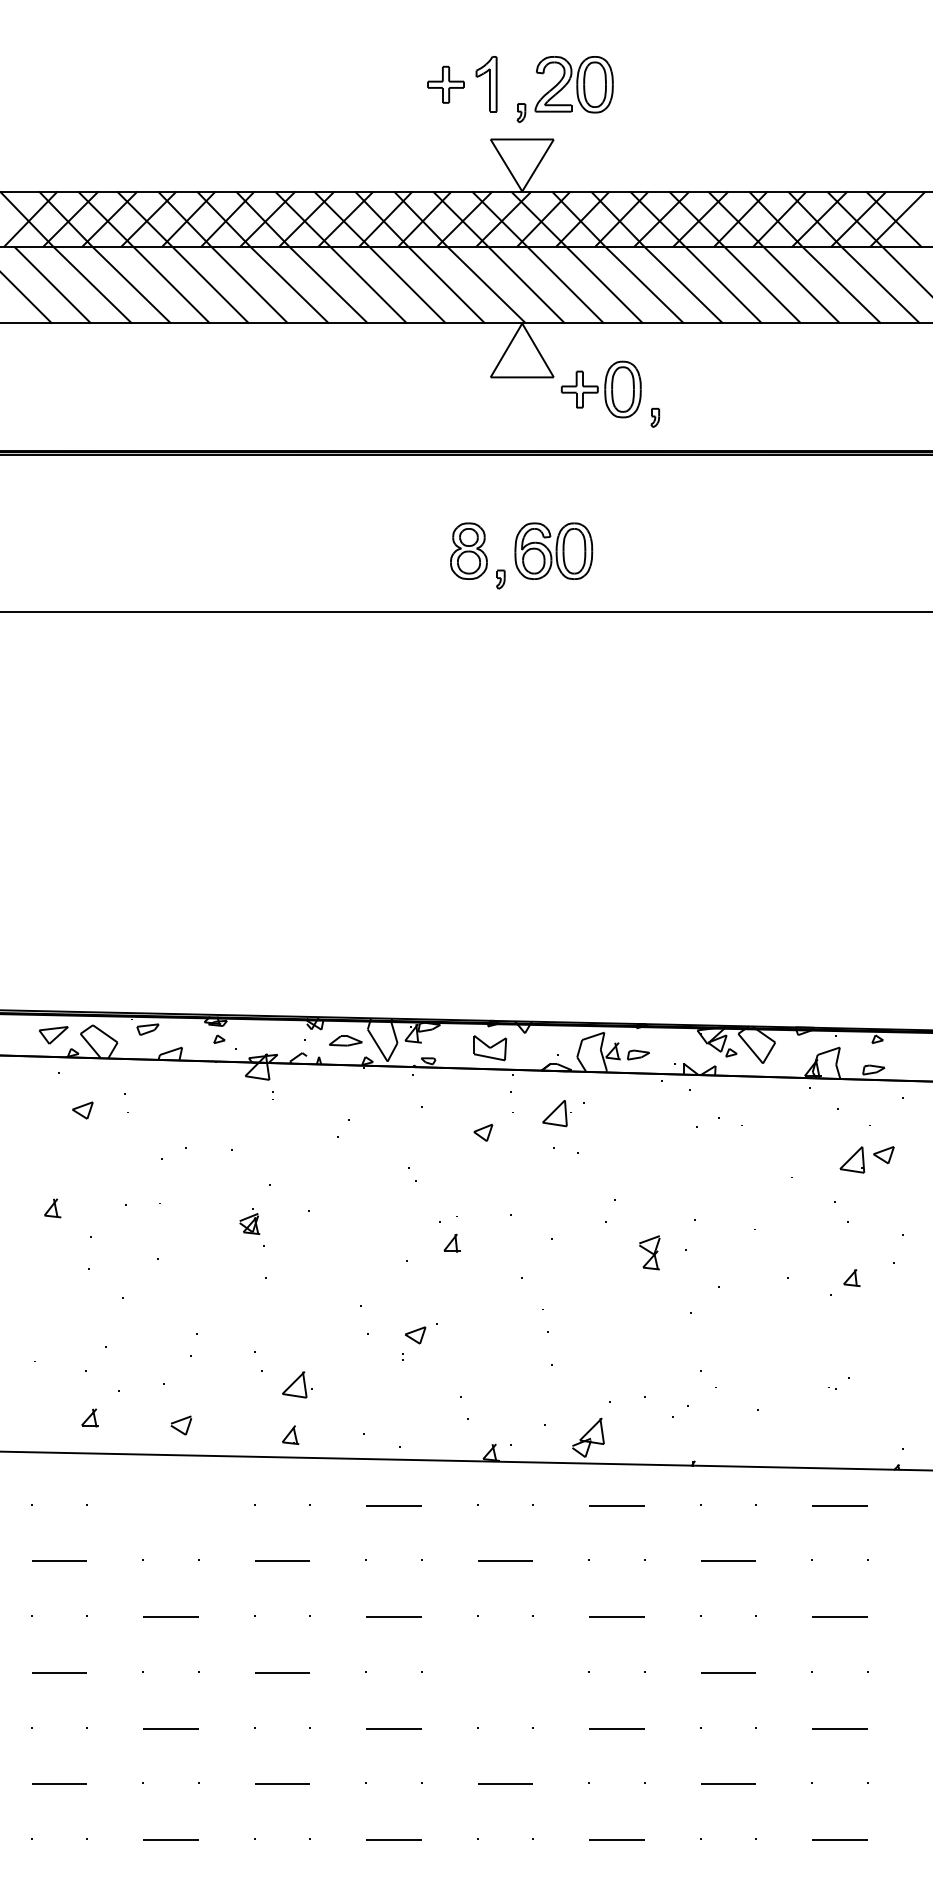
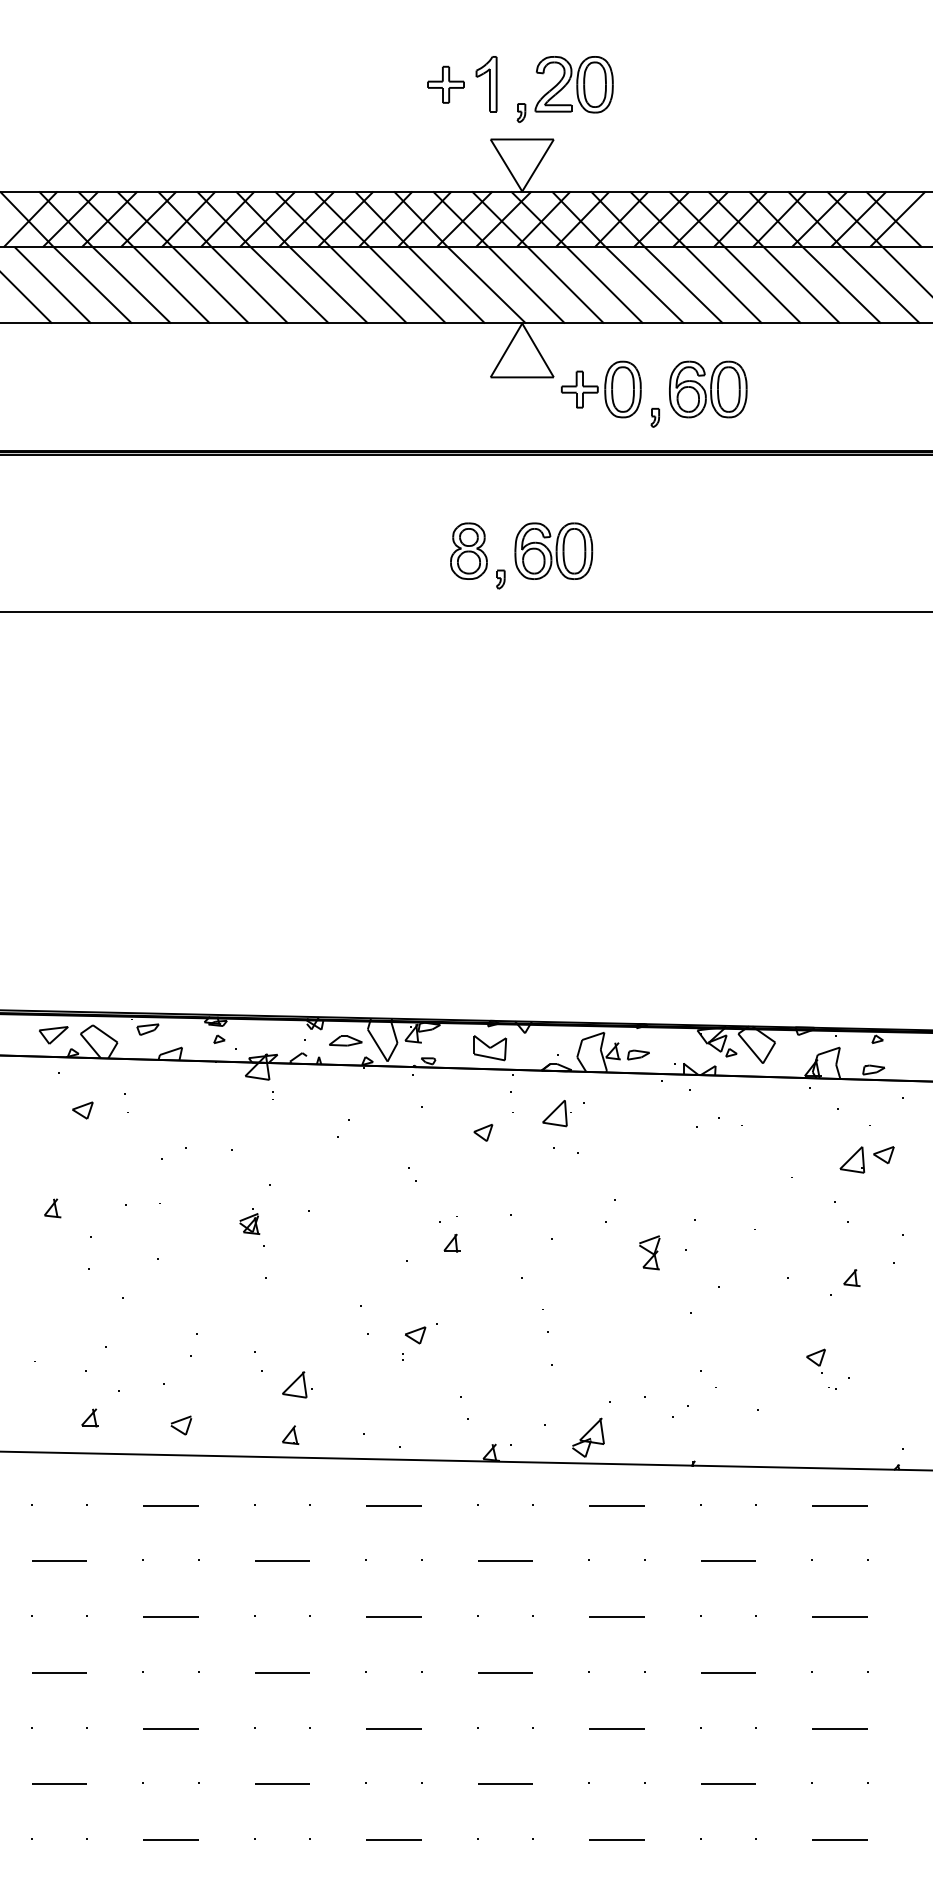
part at (708, 389): none -> present
part at (815, 1360): none -> present
line at (170, 1505): none -> present
line at (505, 1672): none -> present
